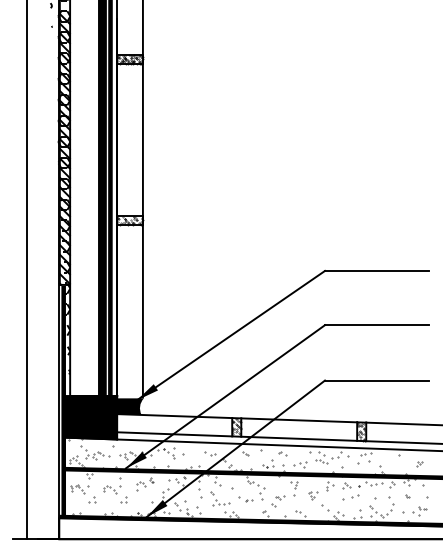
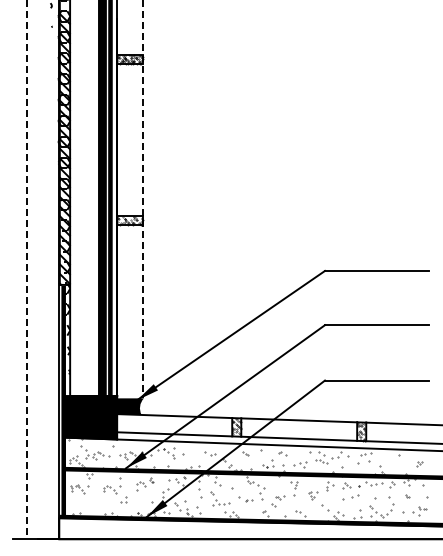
line at (142, 199): solid -> dashed
line at (26, 270): solid -> dashed
part at (92, 499): present -> none
